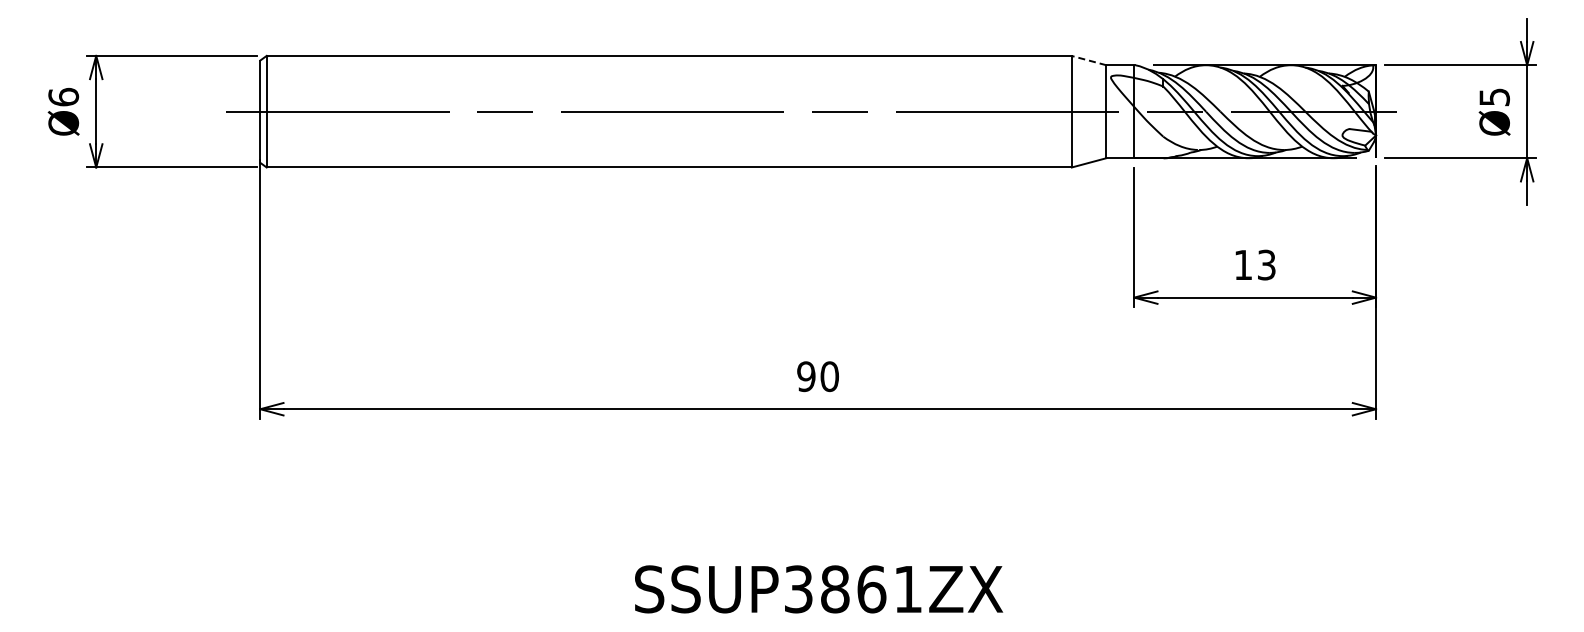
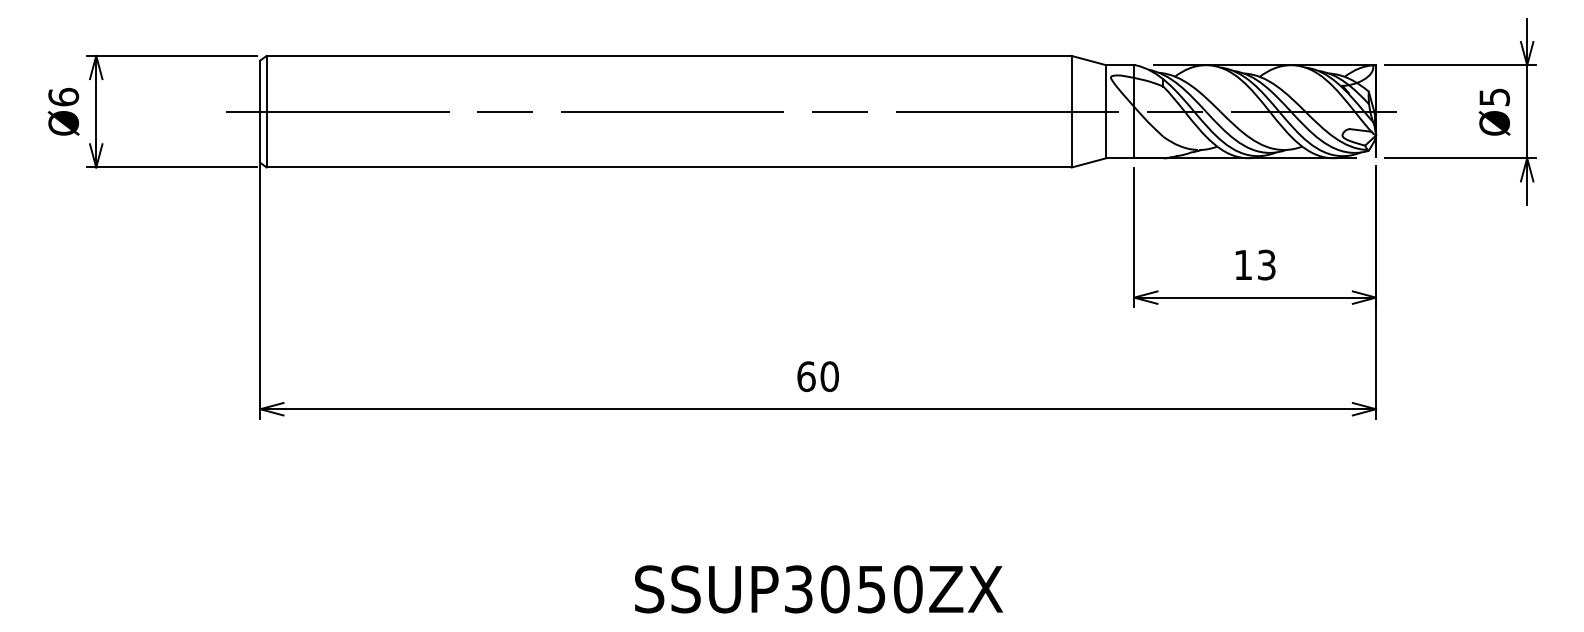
line at (1088, 60): dashed -> solid
text at (806, 376): 90 -> 60
text at (871, 589): SSUP3861ZX -> SSUP3050ZX
